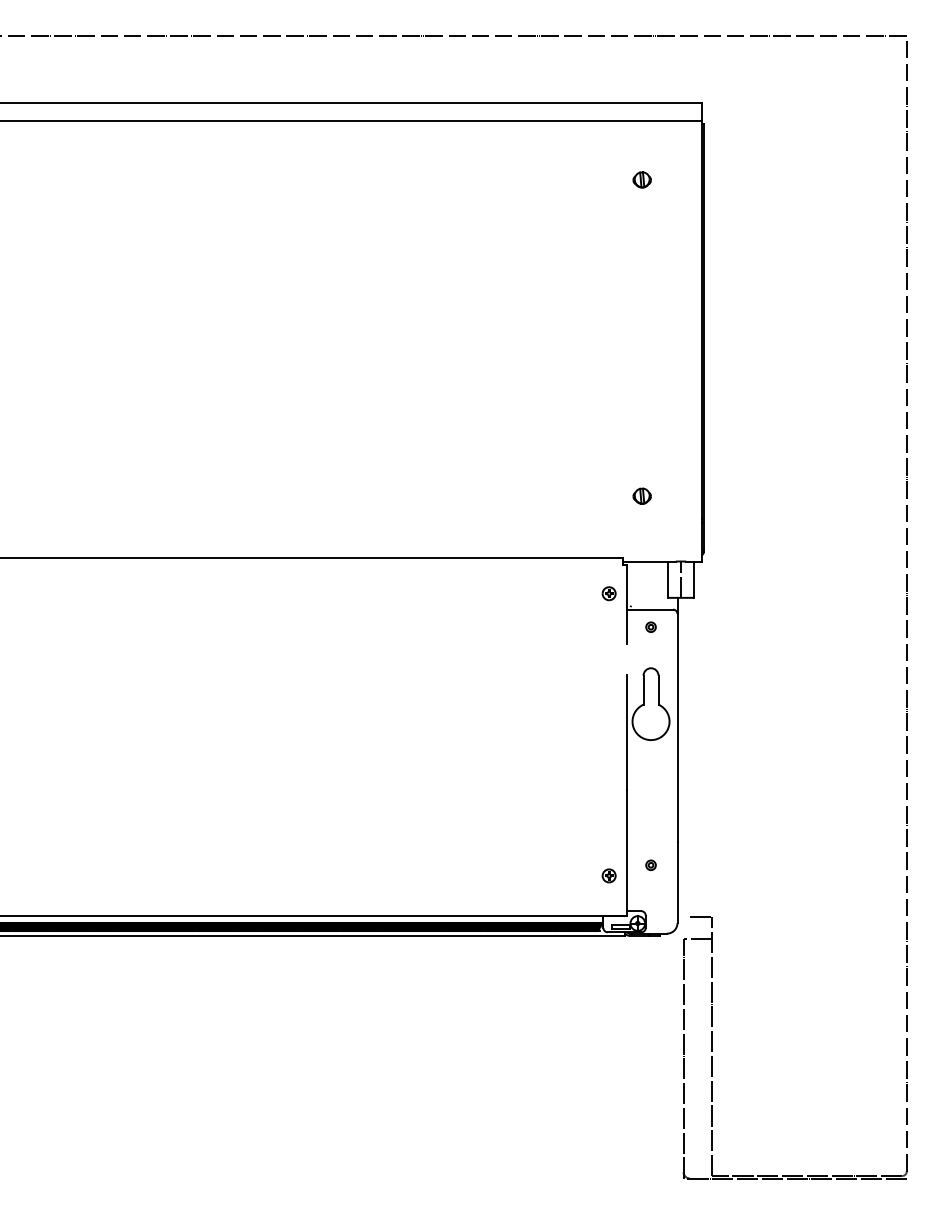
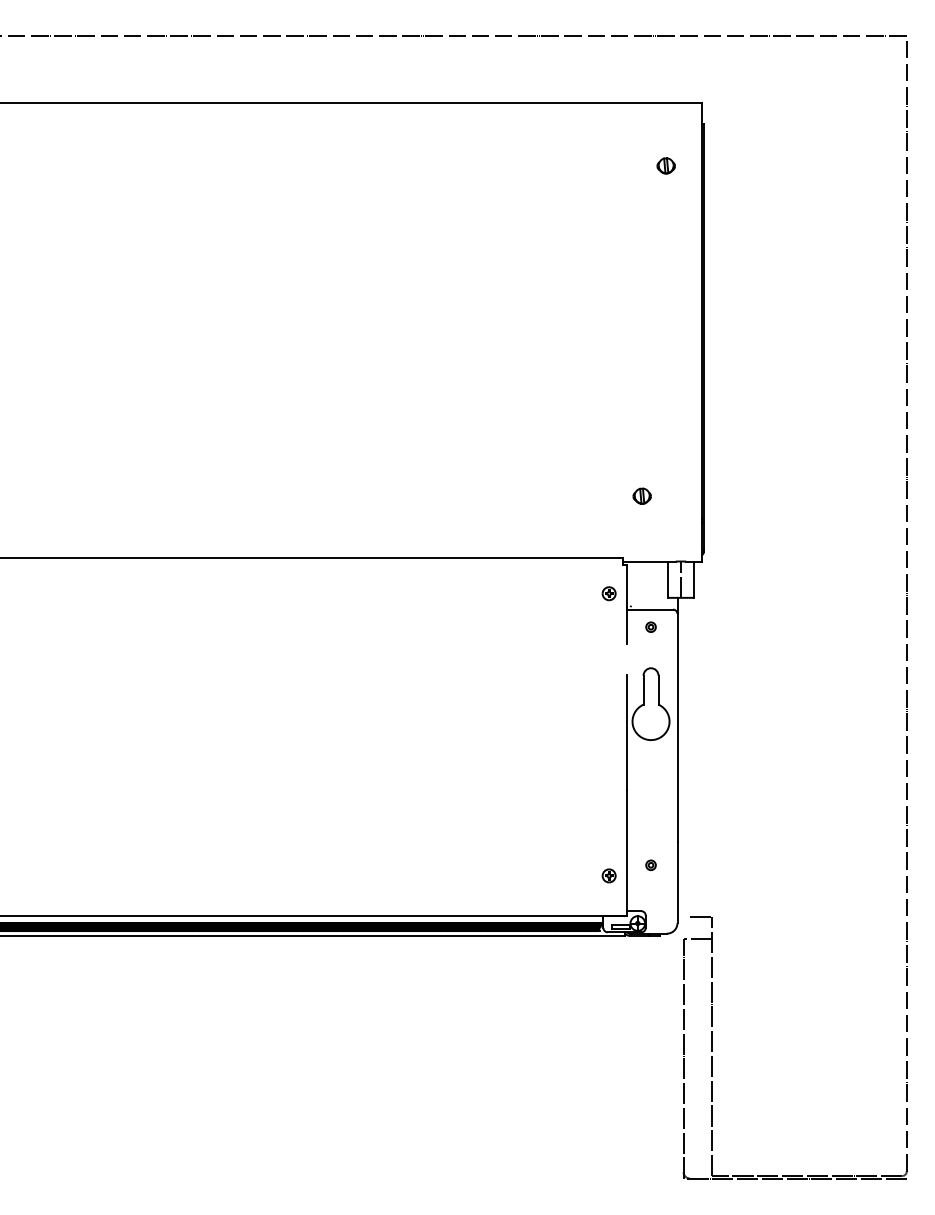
line at (352, 120): present -> none
part at (641, 179) position: (641, 179) -> (665, 165)
